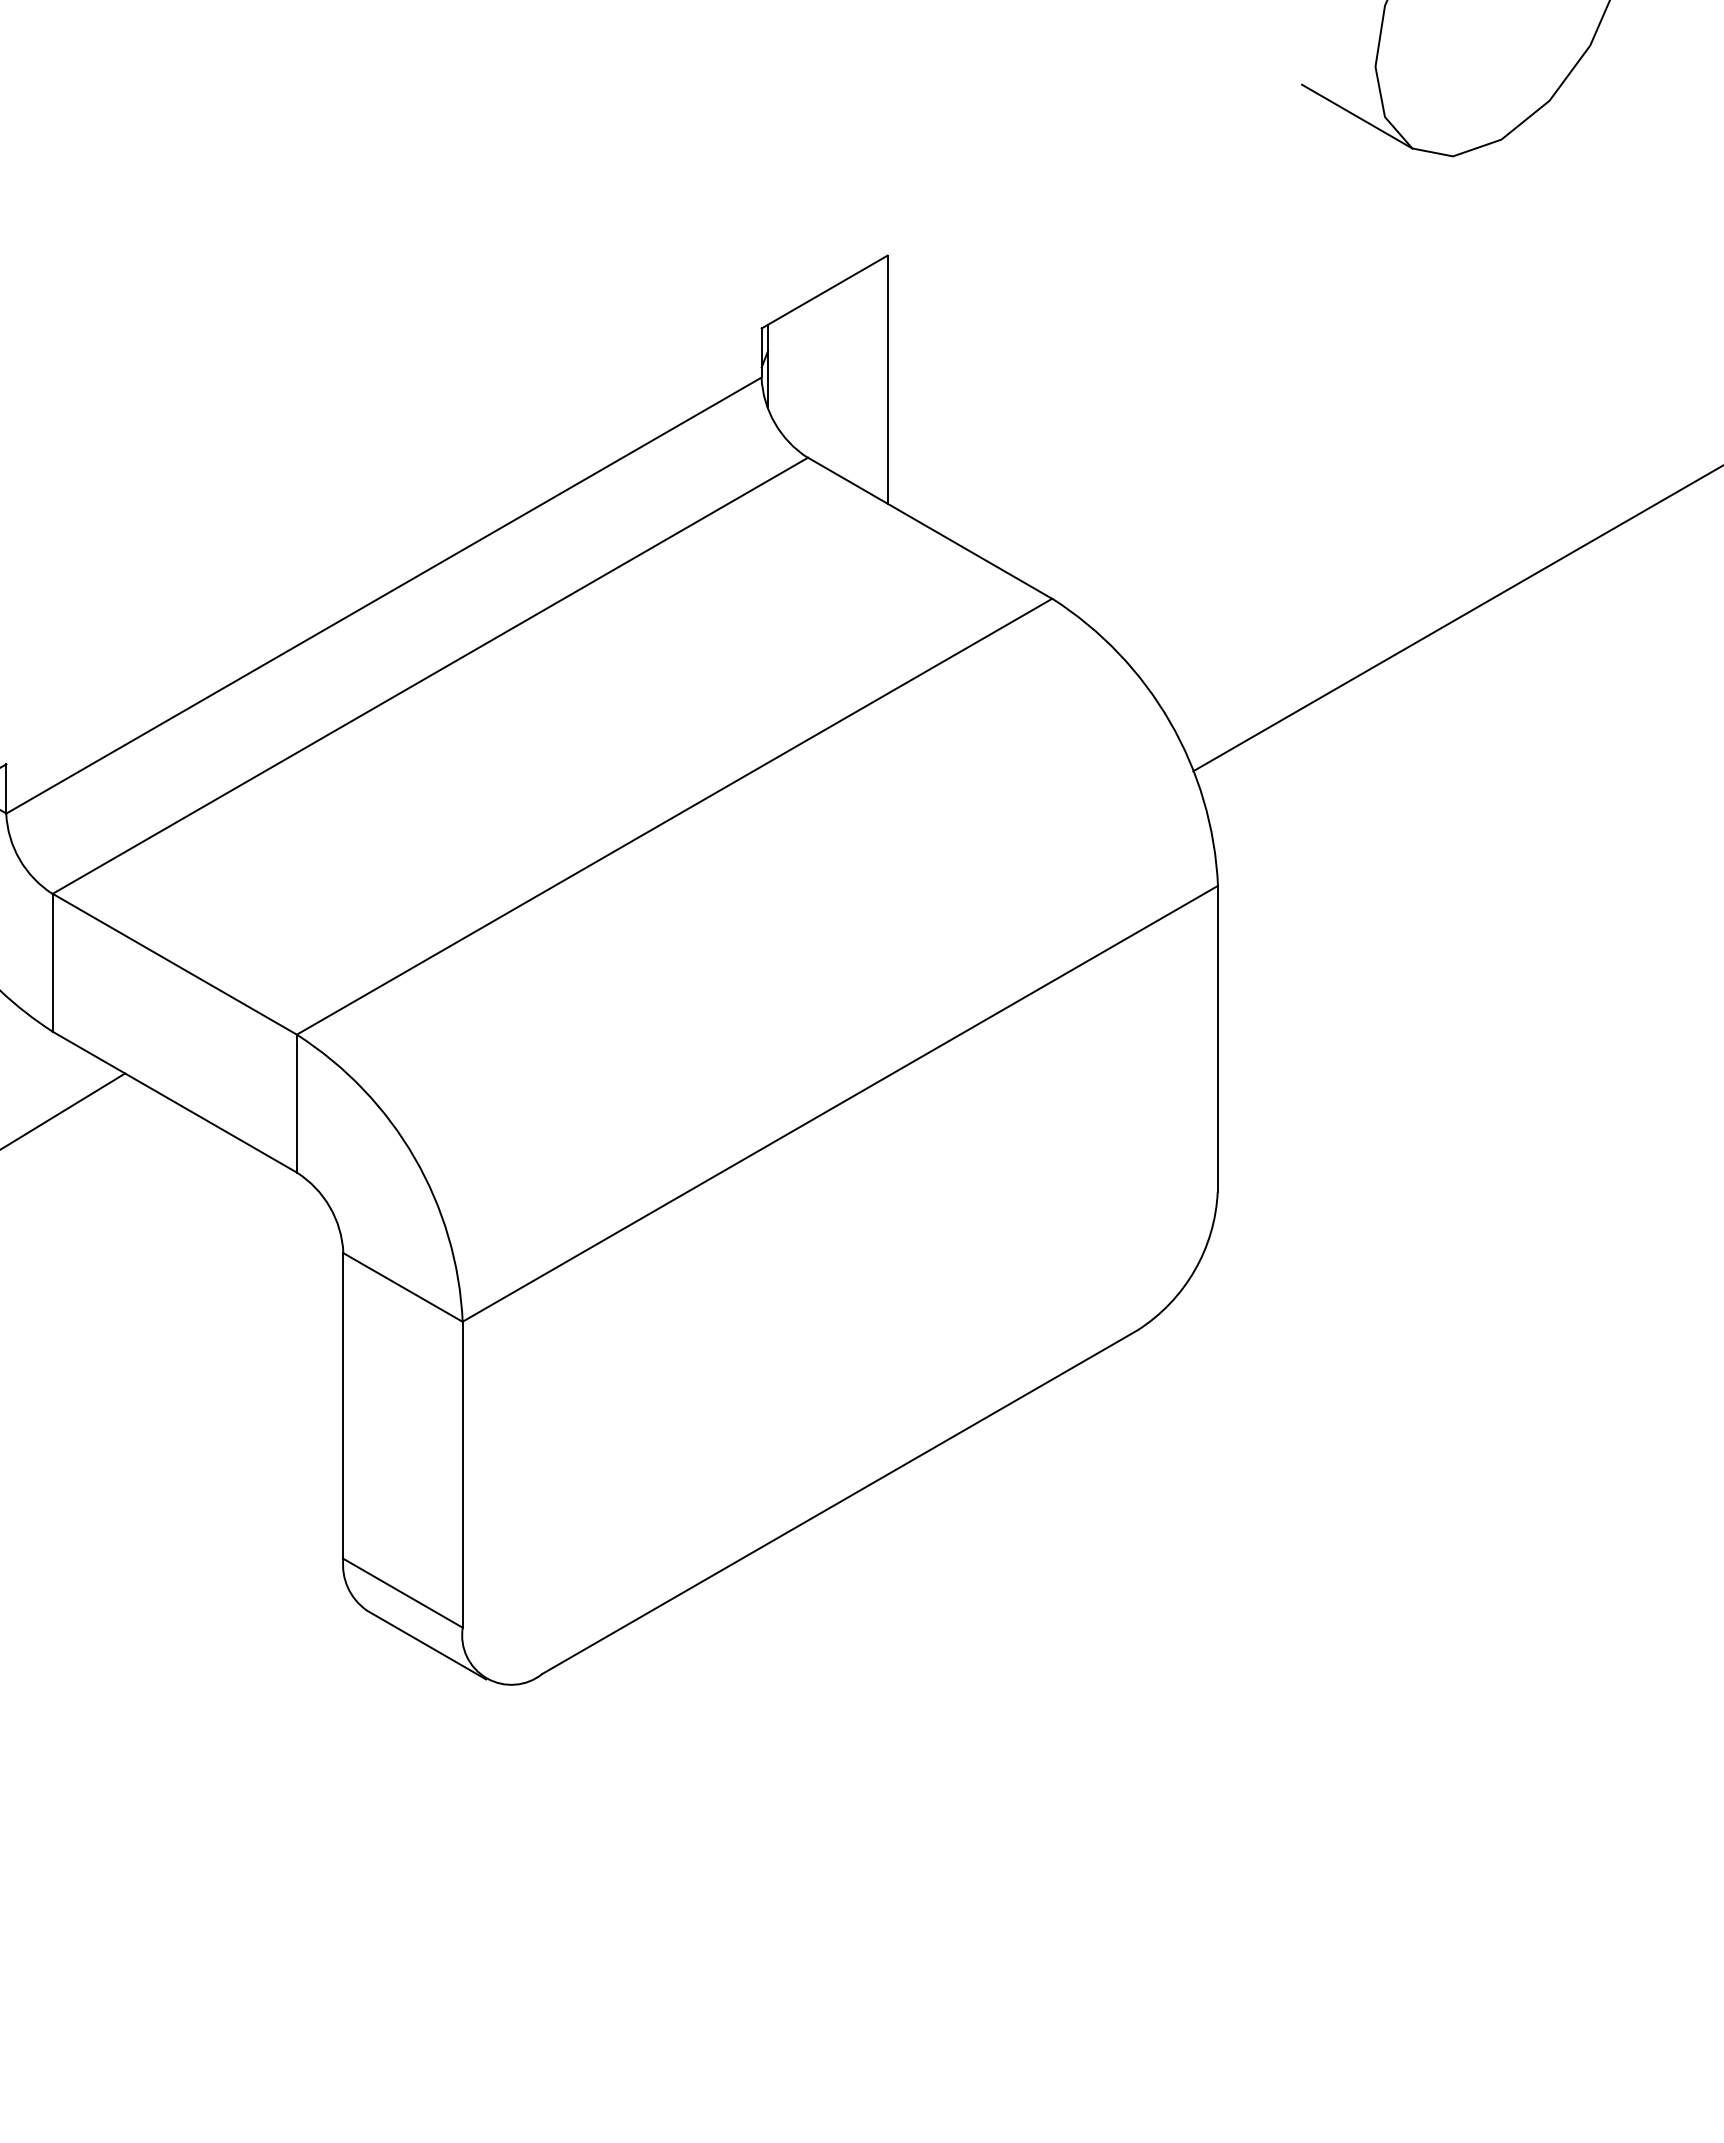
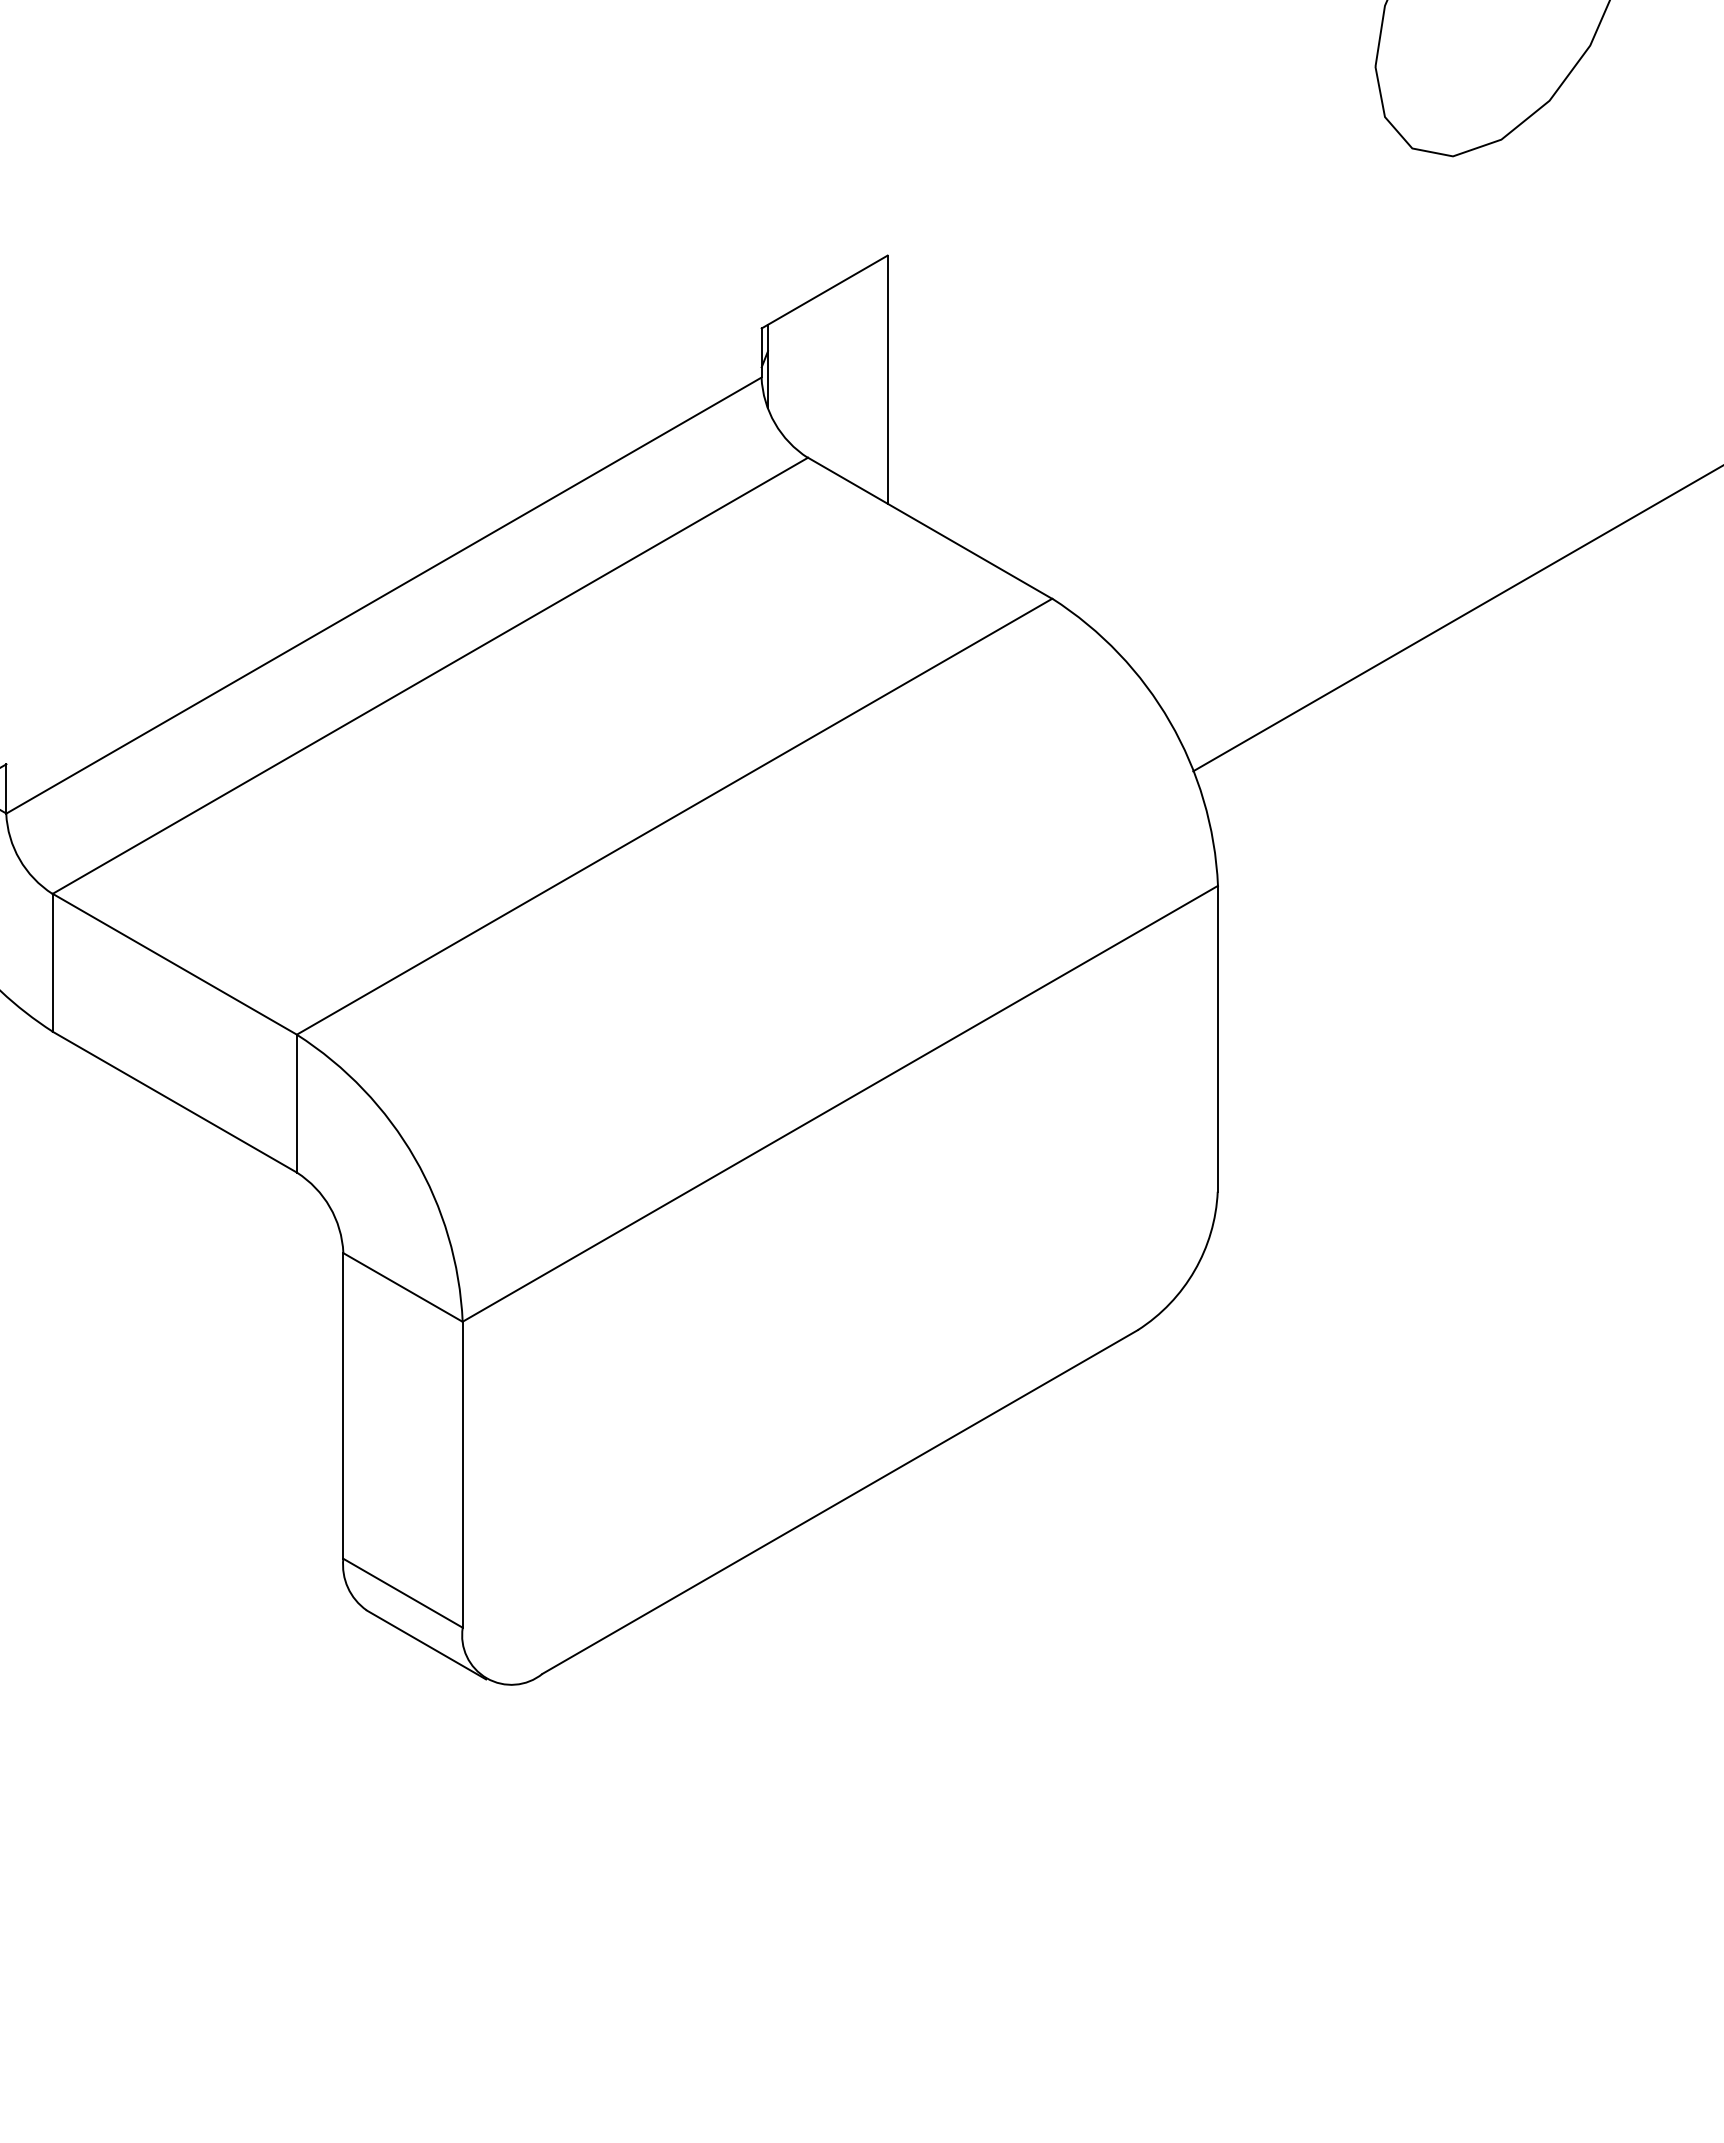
line at (1357, 116): present -> none
line at (63, 1110): present -> none
